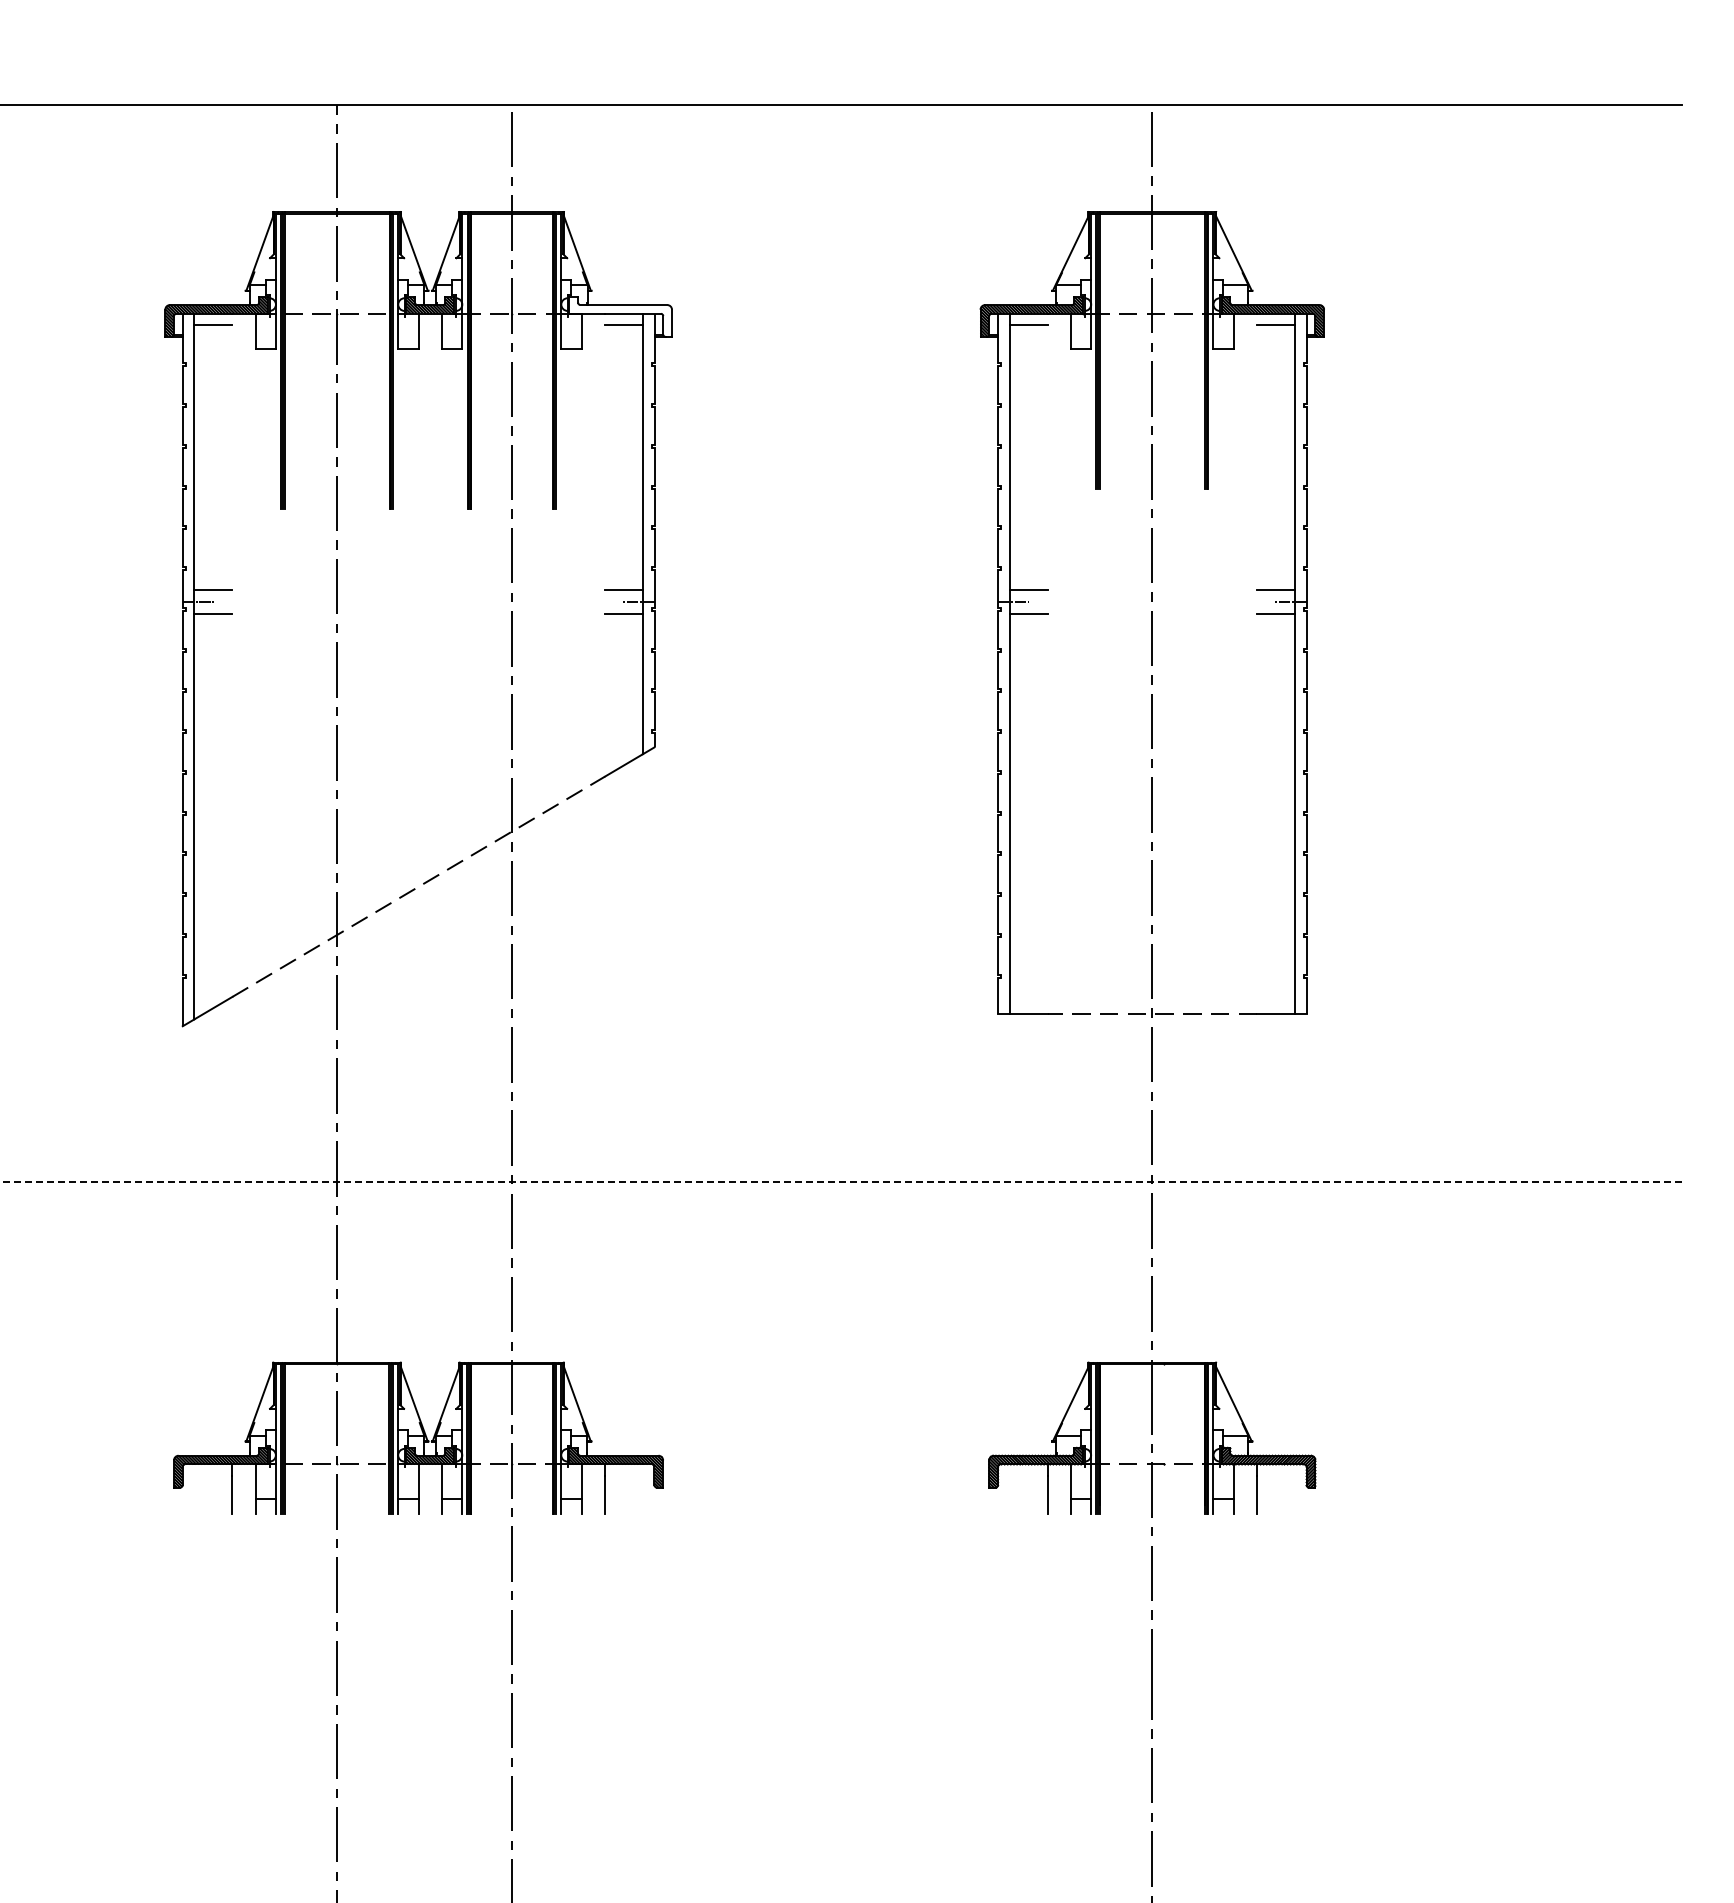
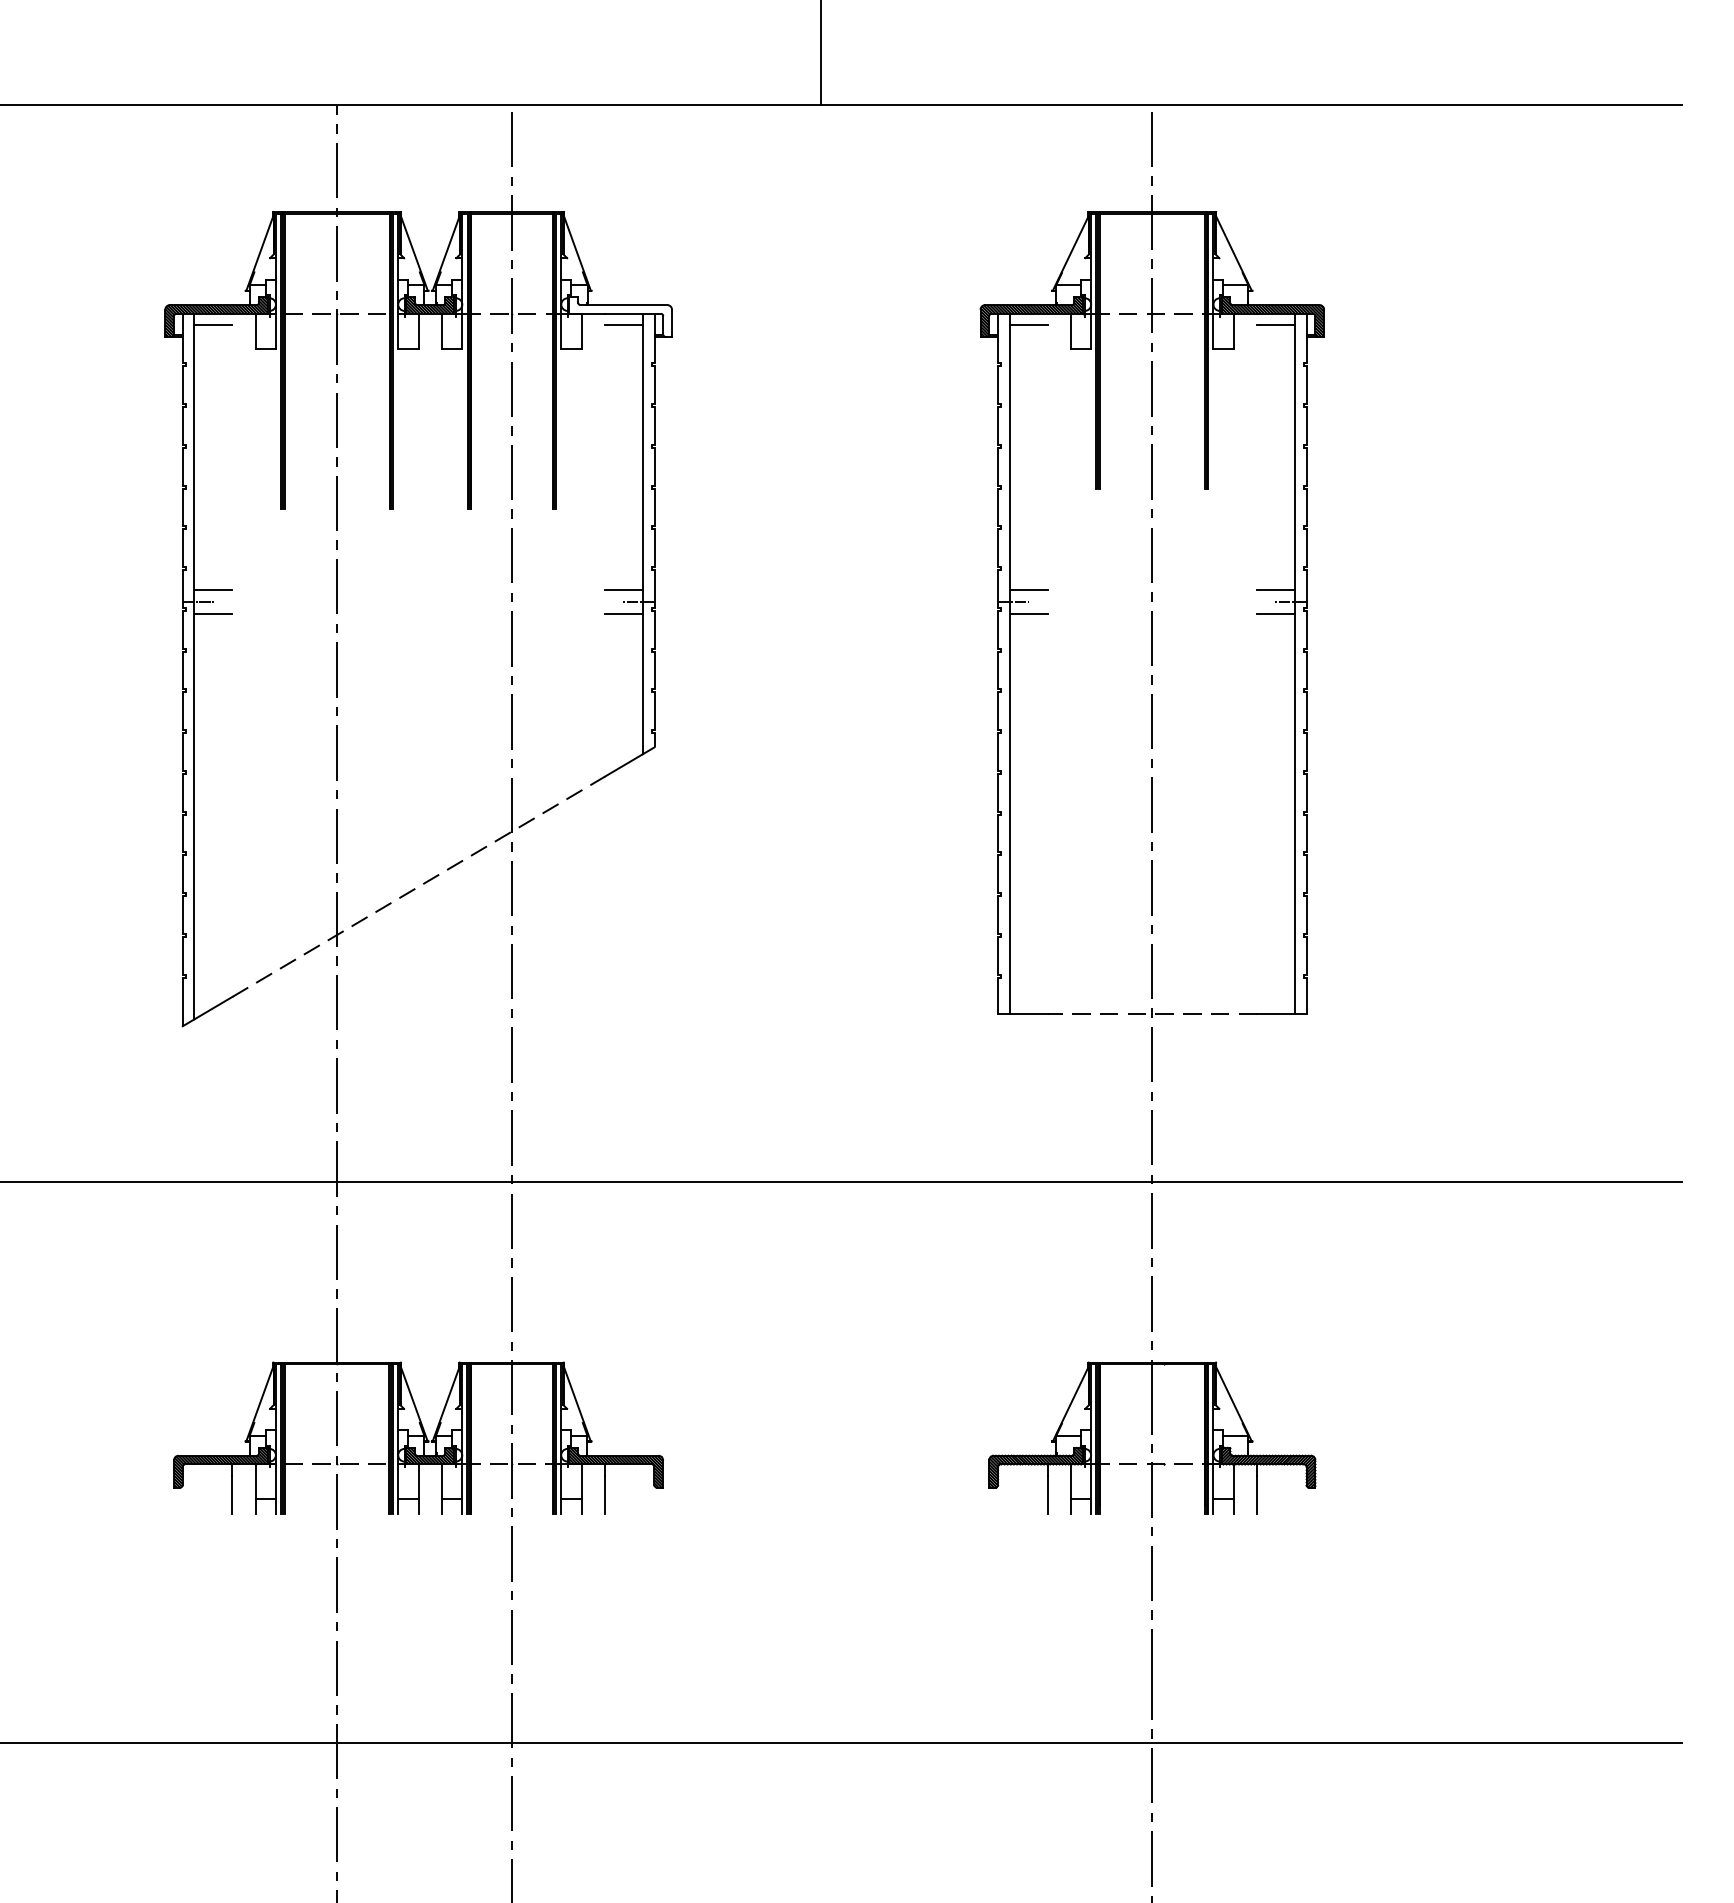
line at (821, 53): none -> present
line at (841, 1182): dashed -> solid
line at (841, 1742): none -> present
